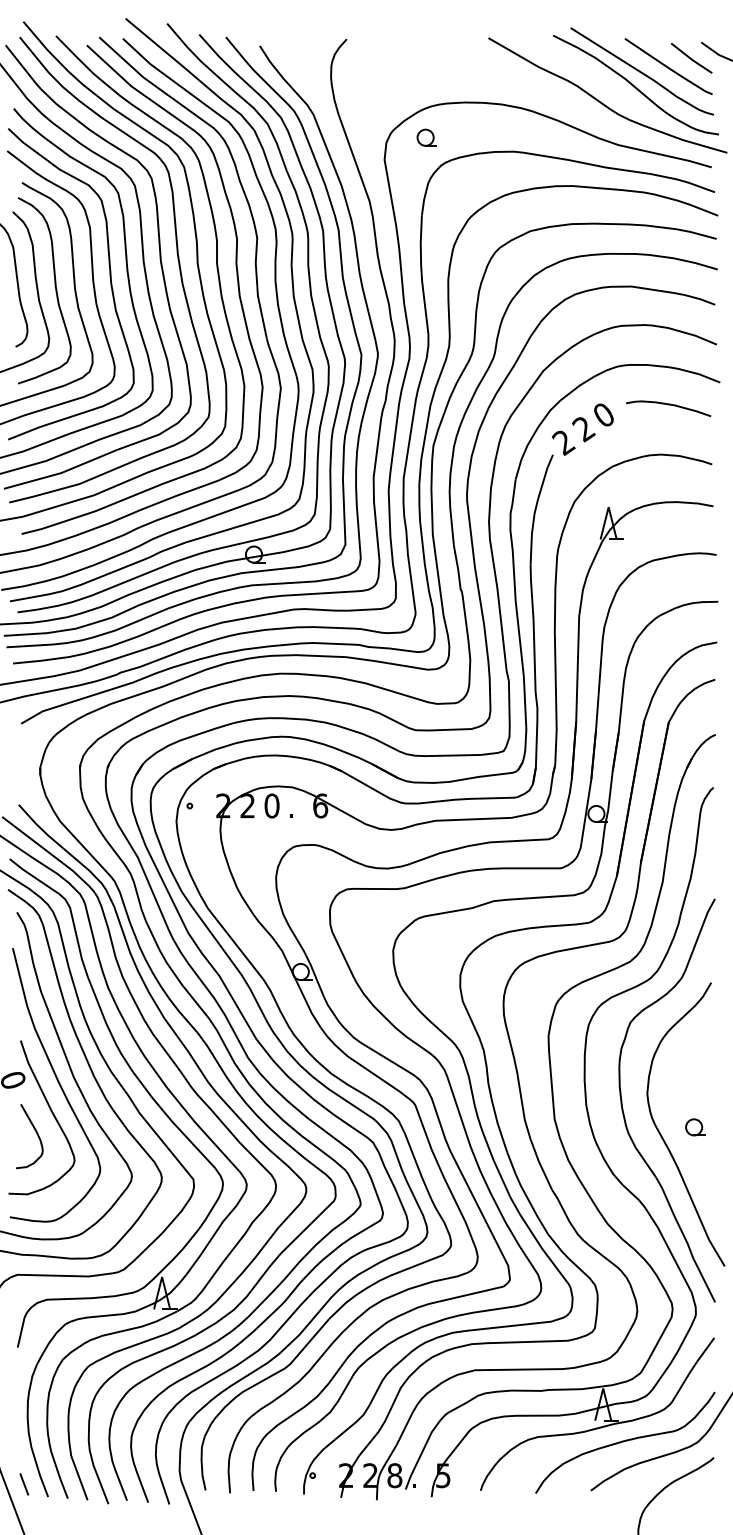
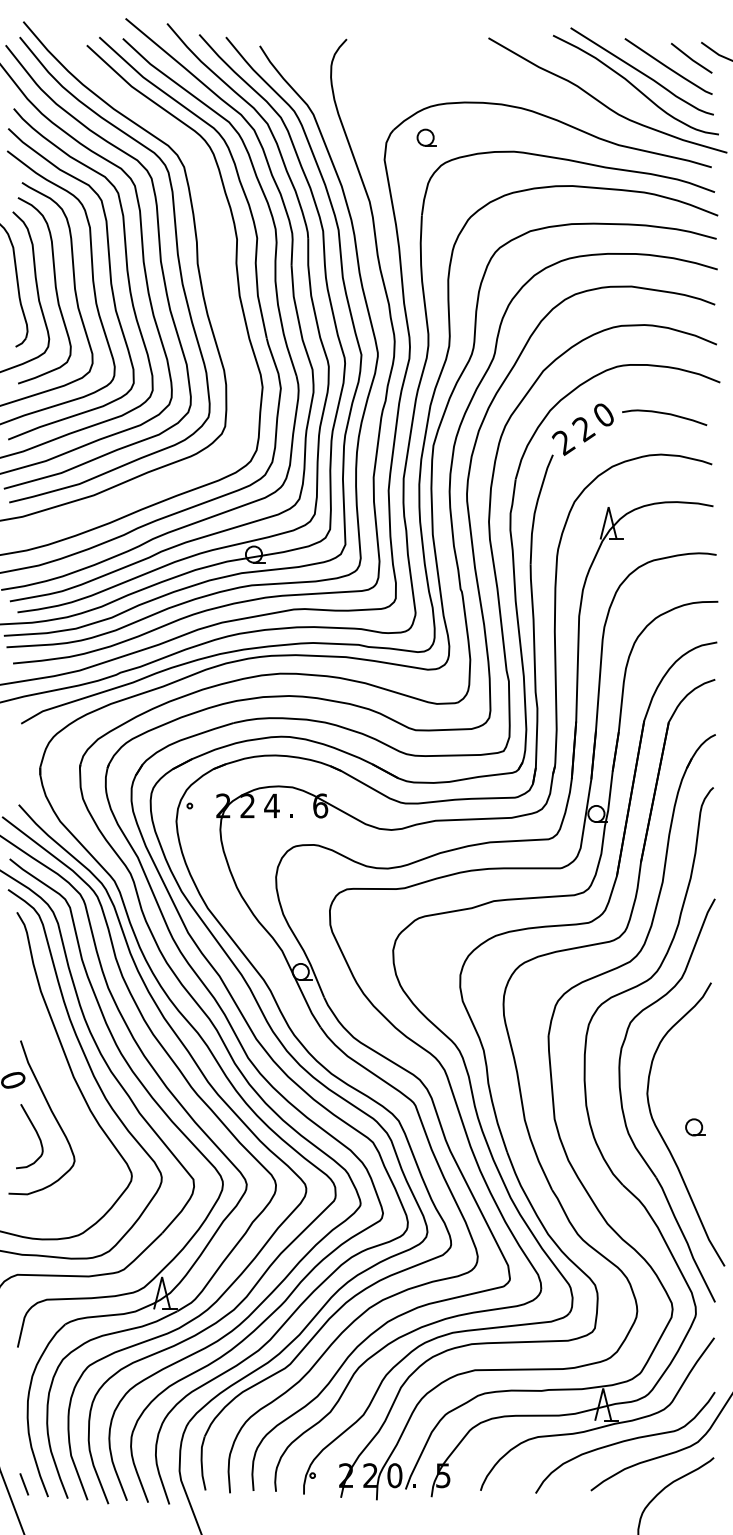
curve at (217, 276): present -> none
curve at (668, 405) position: (668, 405) -> (664, 414)
text at (271, 805): 0 -> 4
curve at (58, 1084): present -> none
text at (394, 1475): 8 -> 0
